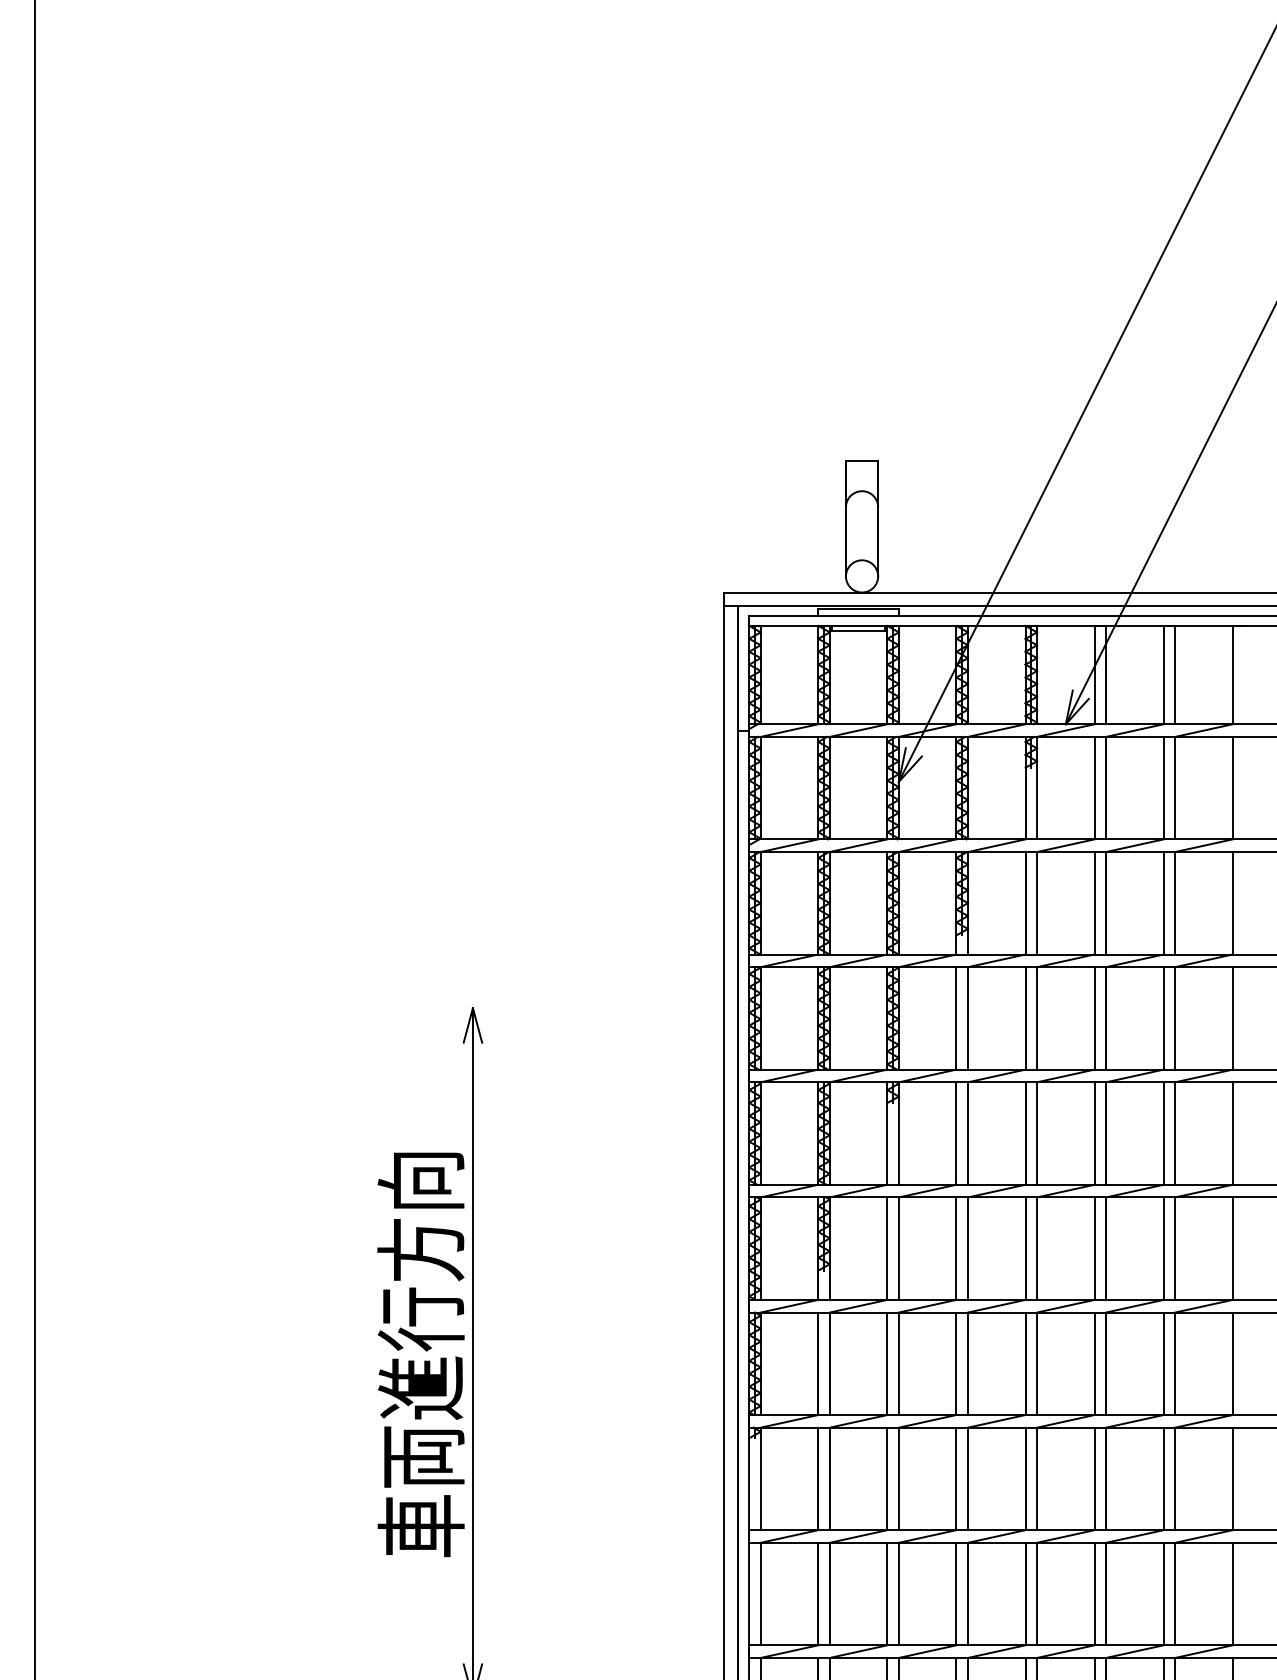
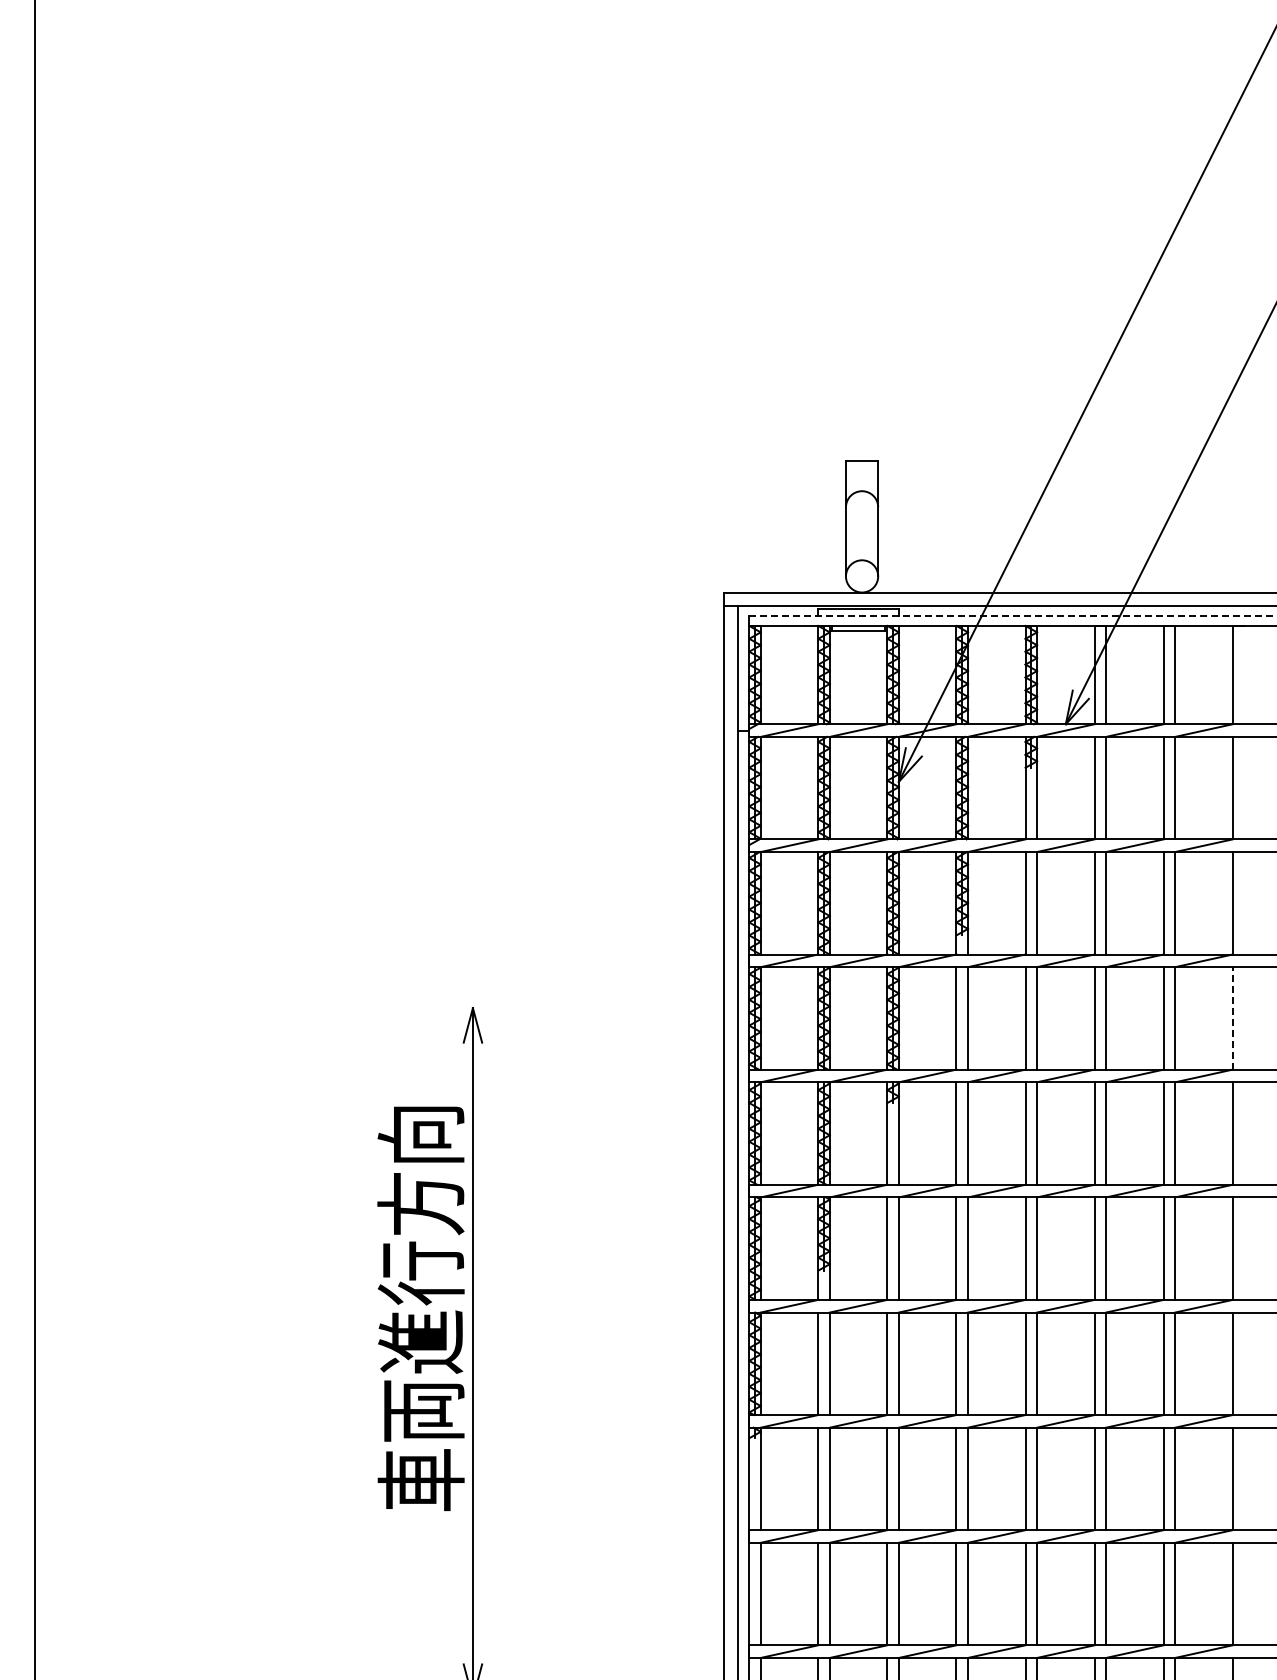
line at (1013, 615): solid -> dashed
line at (1232, 1017): solid -> dashed
text at (420, 1354) position: (420, 1354) -> (420, 1308)
